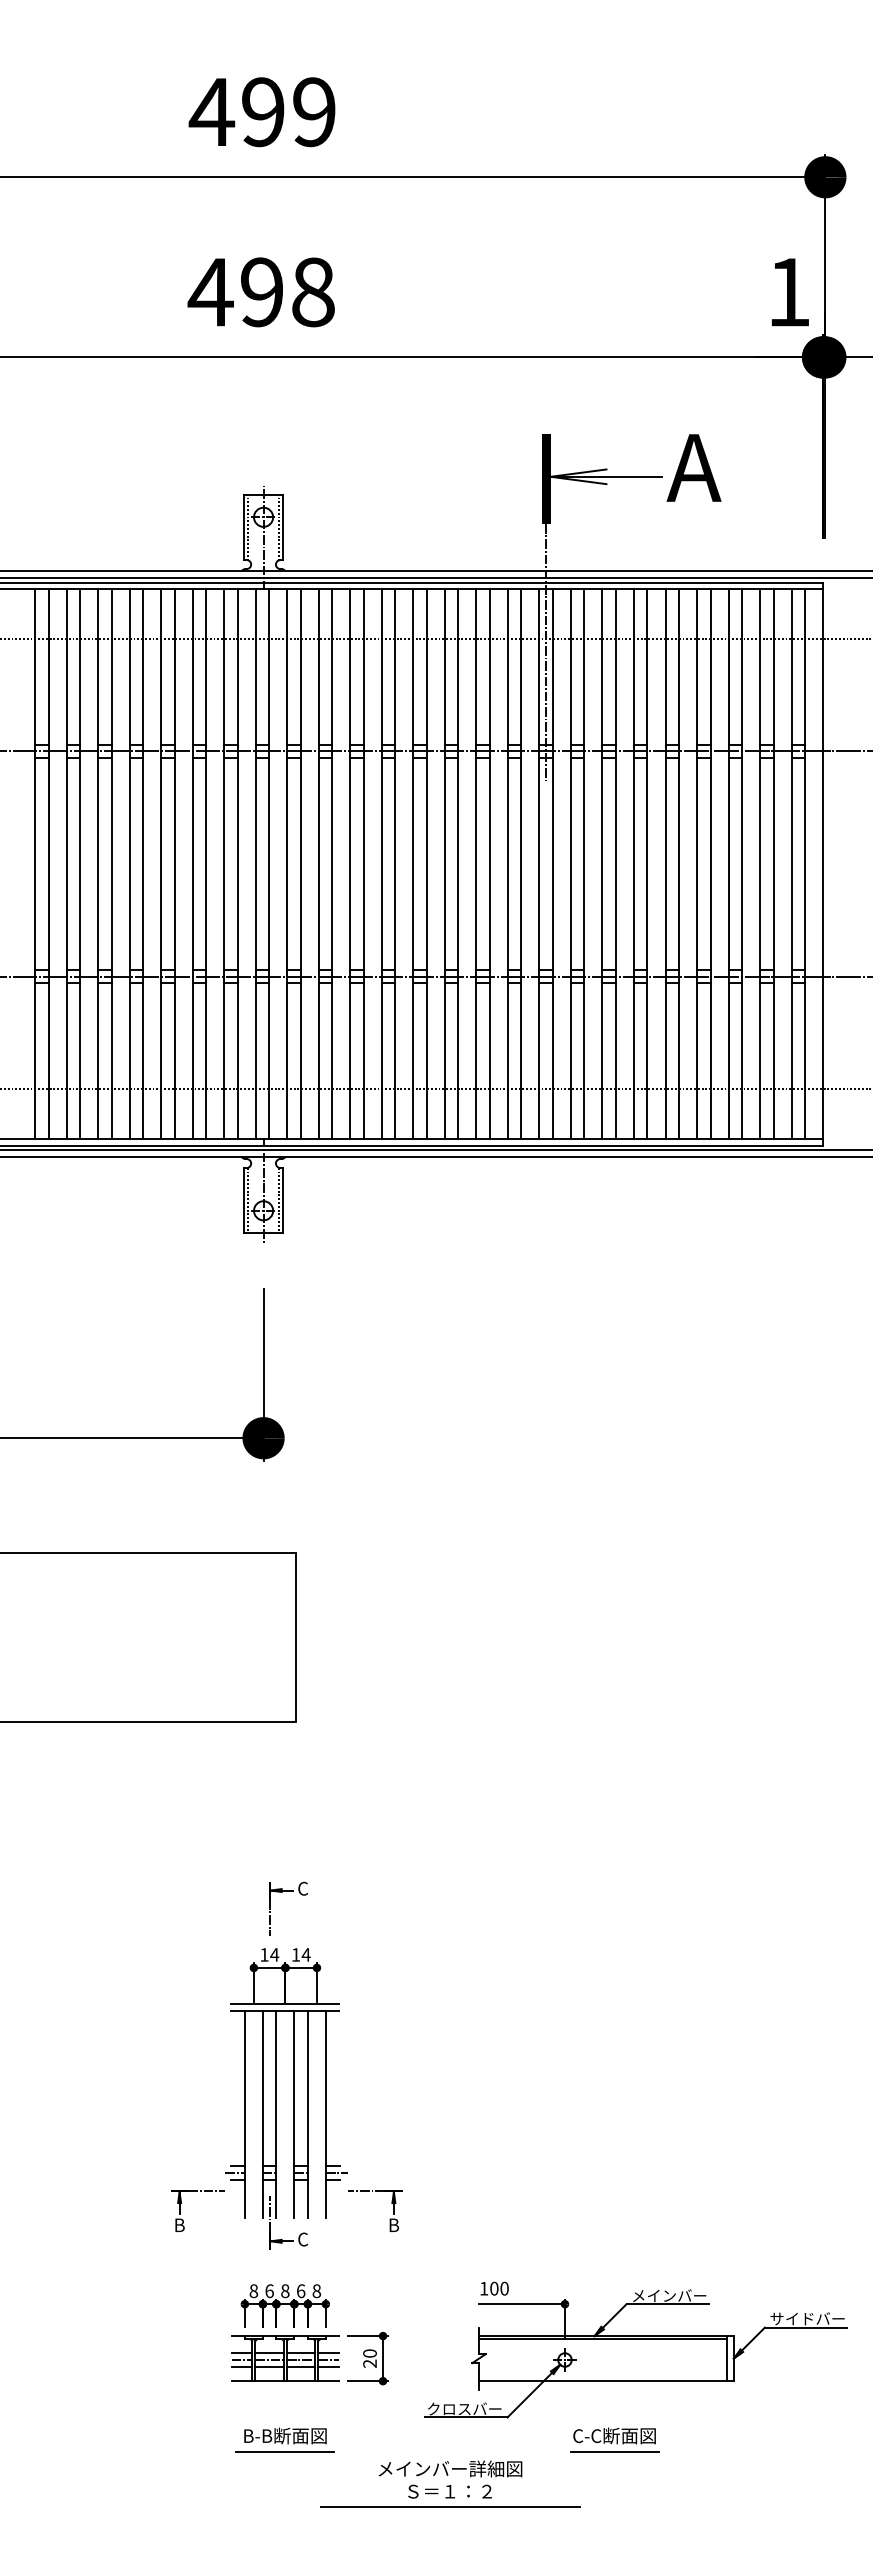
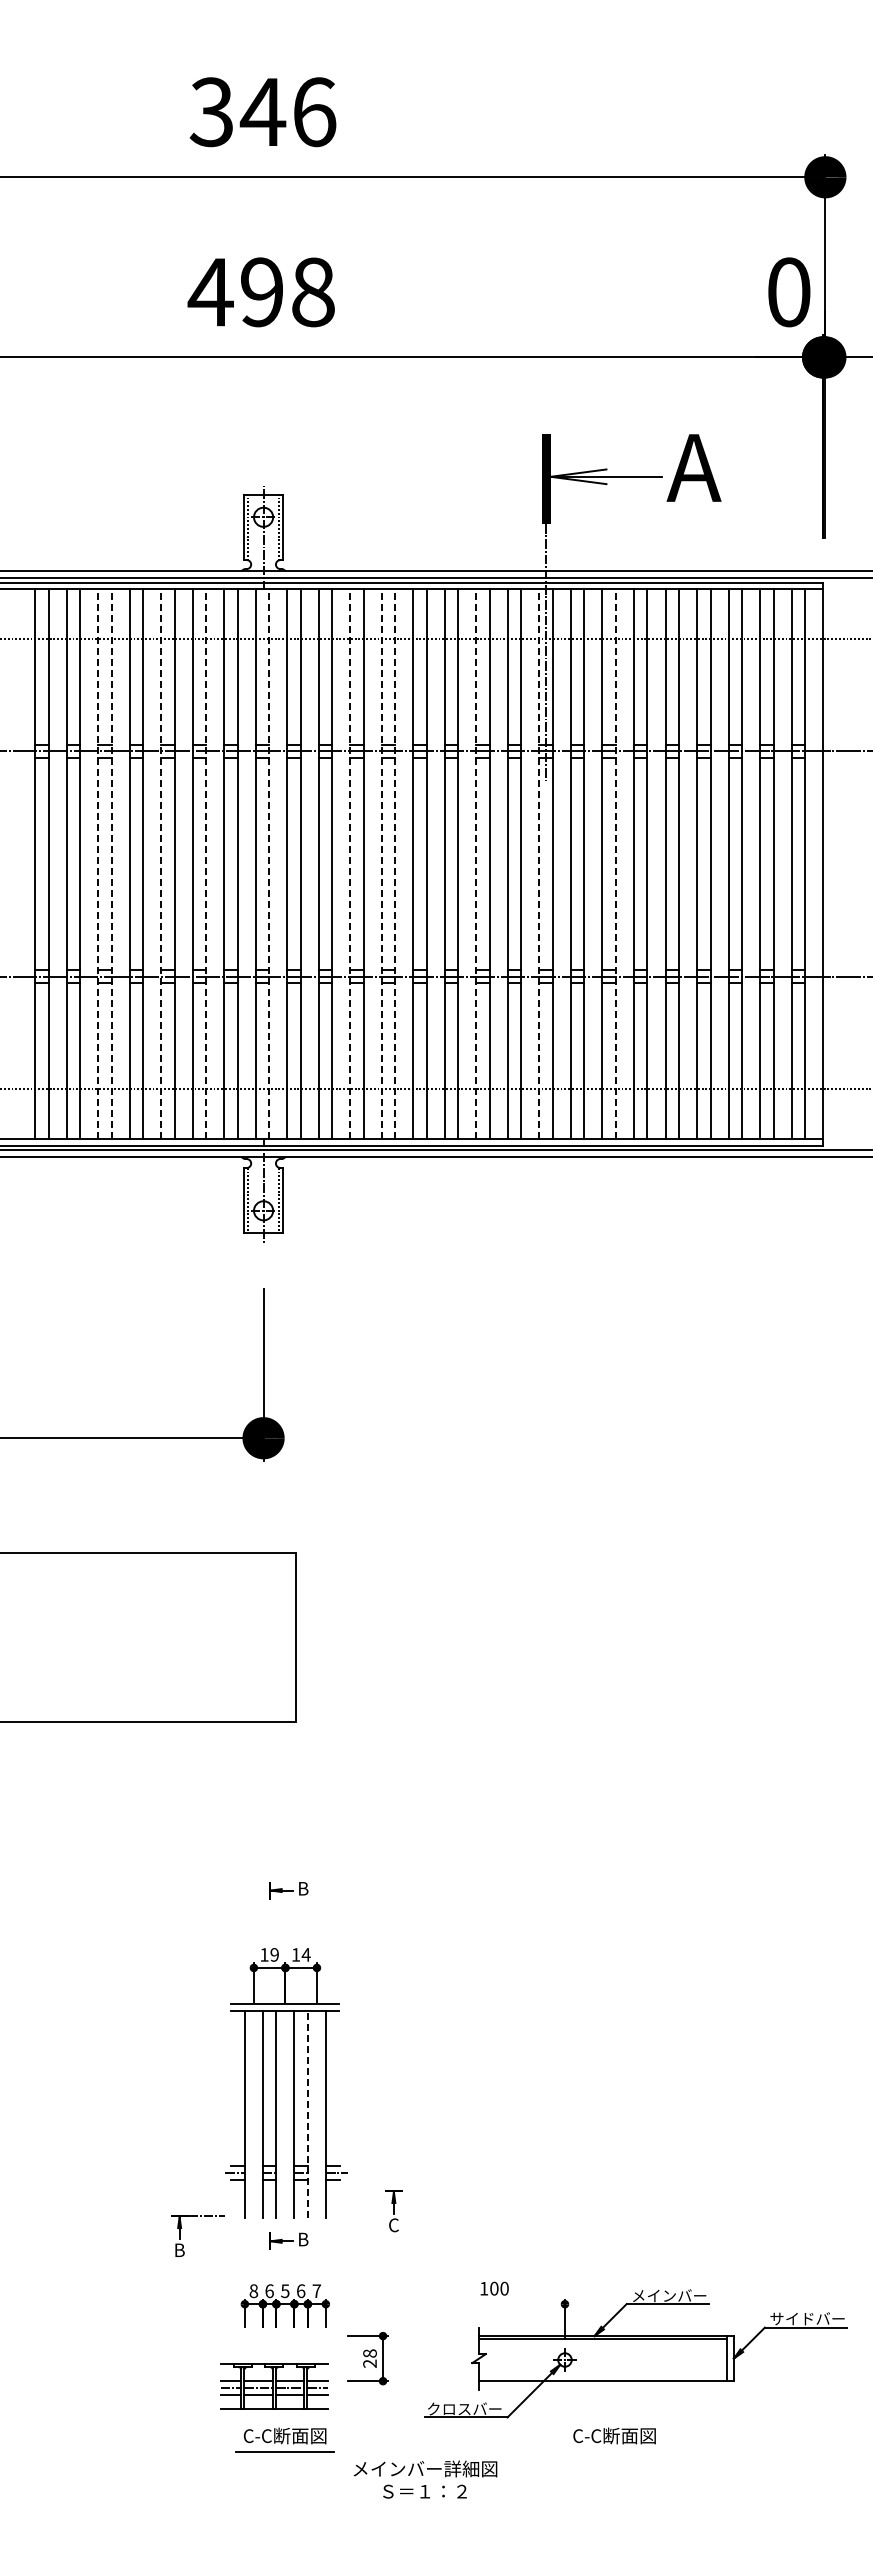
text at (262, 112): 499 -> 346
text at (789, 292): 1 -> 0
line at (98, 864): solid -> dashed
line at (111, 864): solid -> dashed
line at (161, 864): solid -> dashed
line at (206, 864): solid -> dashed
line at (269, 864): solid -> dashed
line at (350, 864): solid -> dashed
line at (381, 864): solid -> dashed
line at (395, 864): solid -> dashed
line at (476, 864): solid -> dashed
line at (539, 864): solid -> dashed
line at (615, 864): solid -> dashed
text at (303, 1888): C -> B
line at (269, 1917): present -> none
text at (274, 1954): 14 -> 19
line at (307, 2114): solid -> dashed
line at (366, 2191): present -> none
line at (269, 2213): present -> none
part at (183, 2219) position: (183, 2219) -> (183, 2244)
text at (394, 2225): B -> C
text at (303, 2239): C -> B
text at (285, 2290): 8 -> 5
text at (316, 2291): 8 -> 7
line at (521, 2304): present -> none
text at (369, 2353): 20 -> 28
part at (285, 2358) position: (285, 2358) -> (274, 2386)
text at (284, 2435): B-B断面図 -> C-C断面図
line at (614, 2451): present -> none
text at (450, 2479) position: (450, 2479) -> (425, 2479)
line at (449, 2507): present -> none
